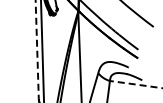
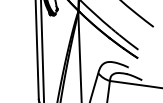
line at (37, 50): dashed -> solid
arc at (135, 84): dashed -> solid
